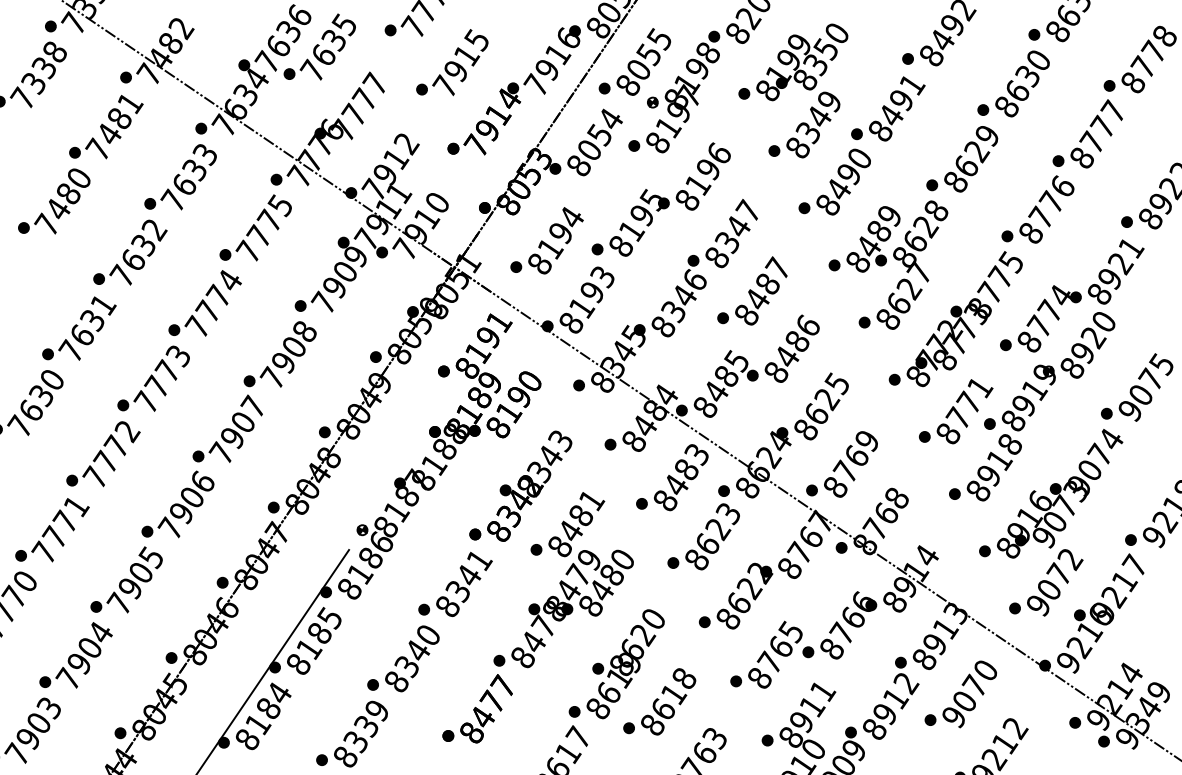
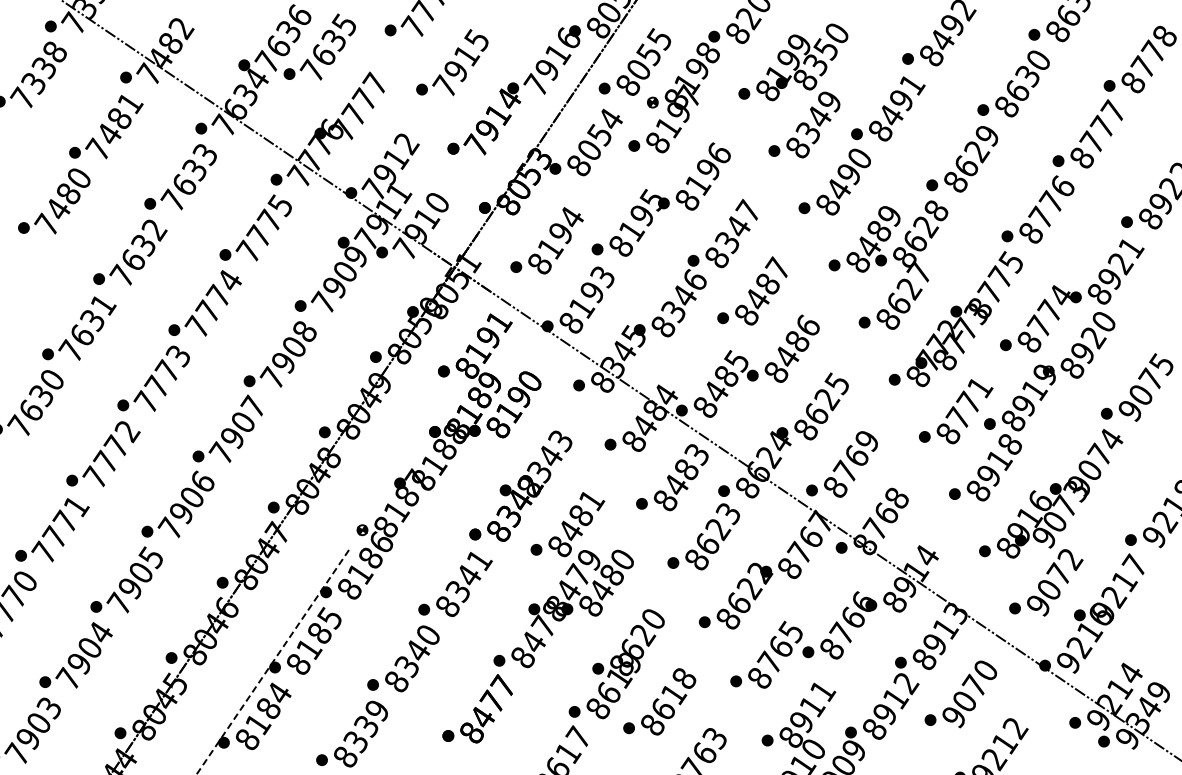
line at (272, 662): solid -> dashed
